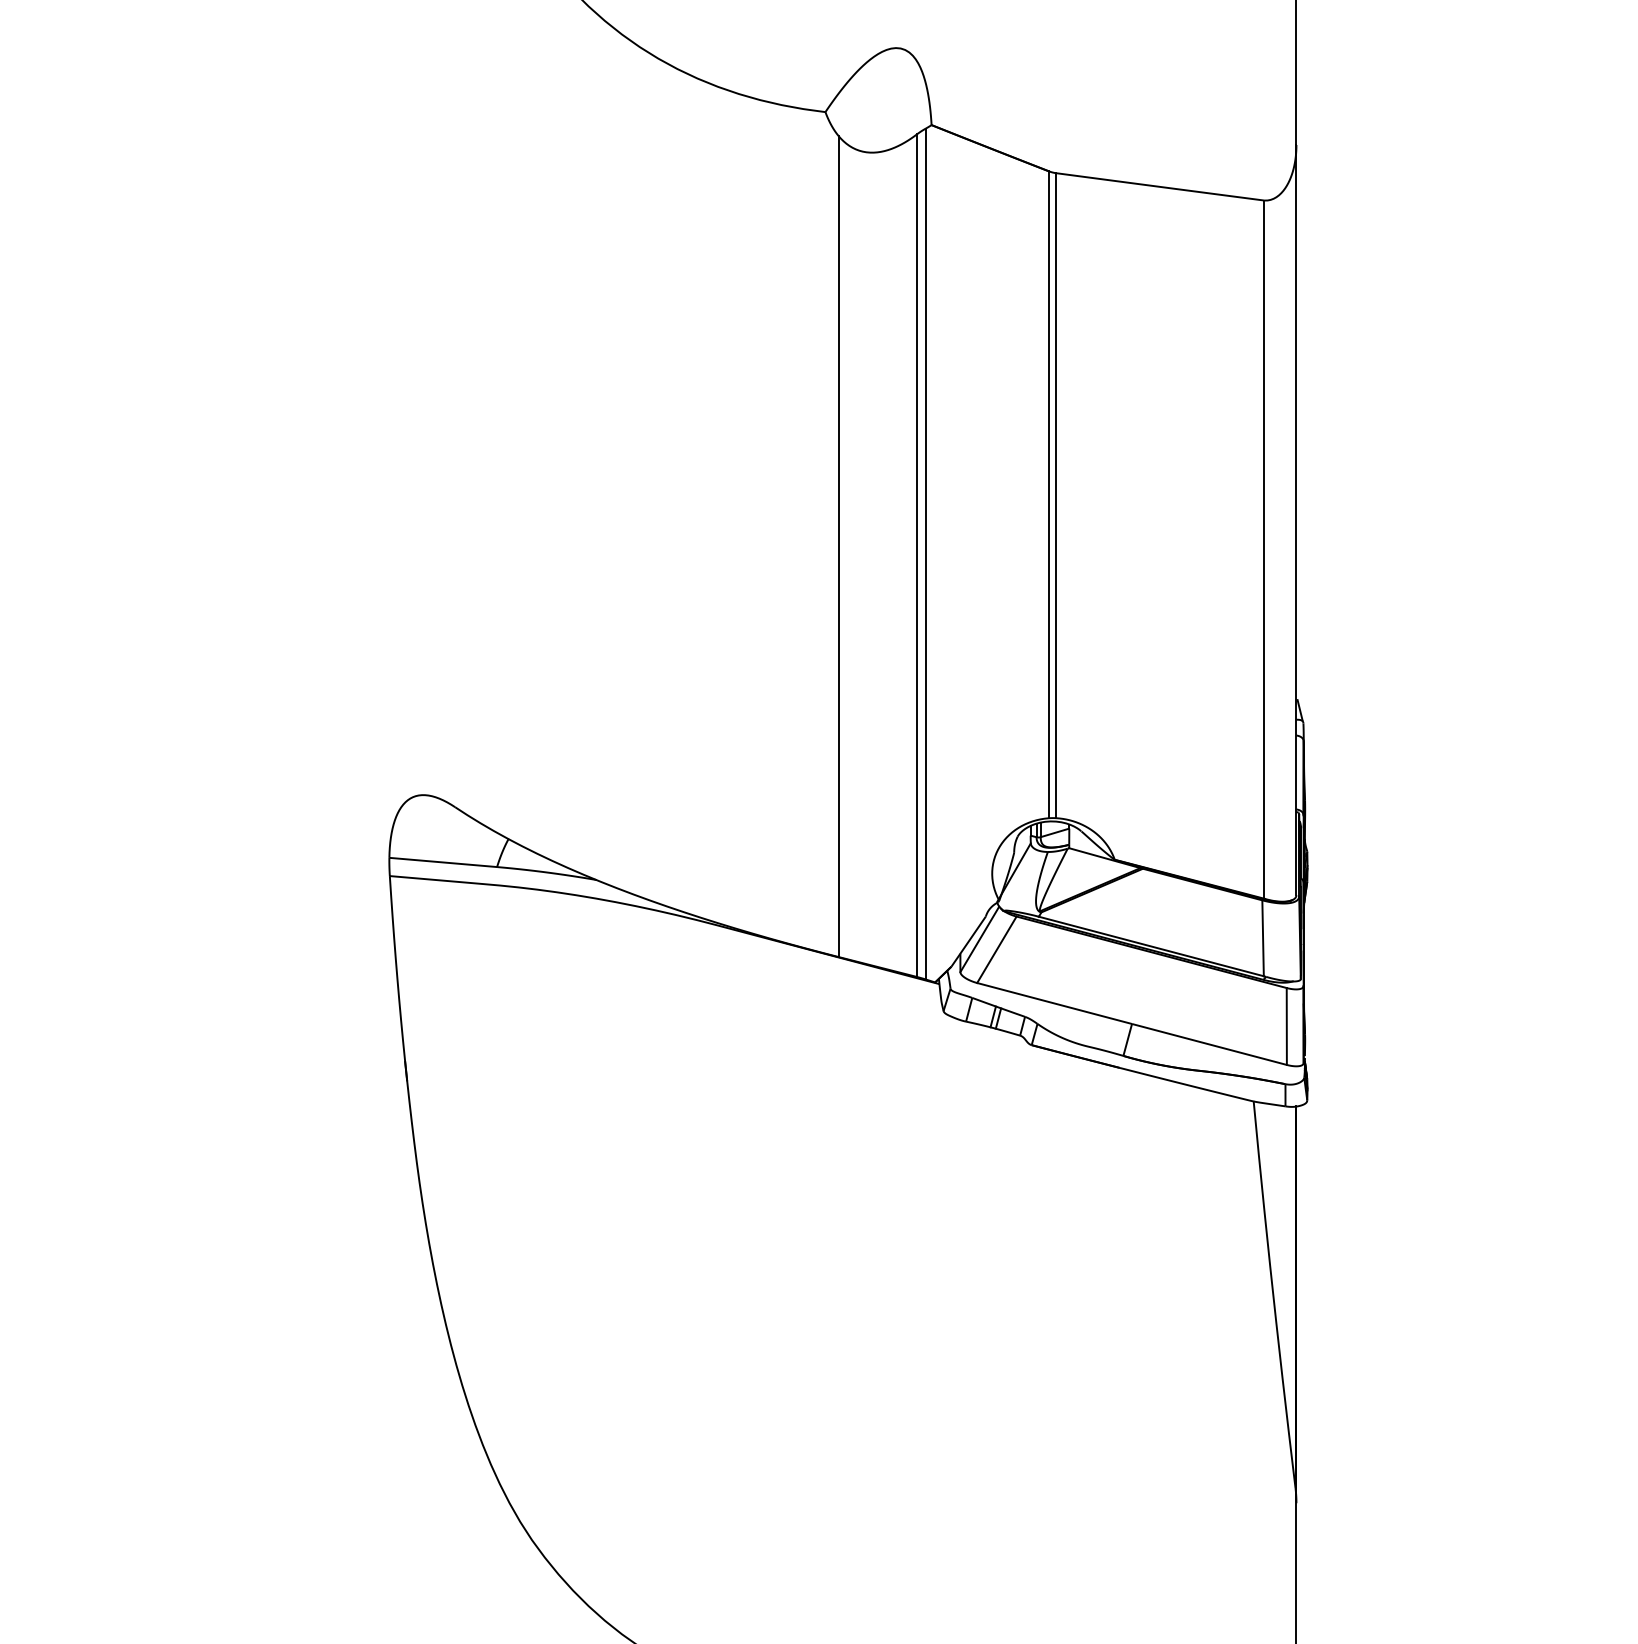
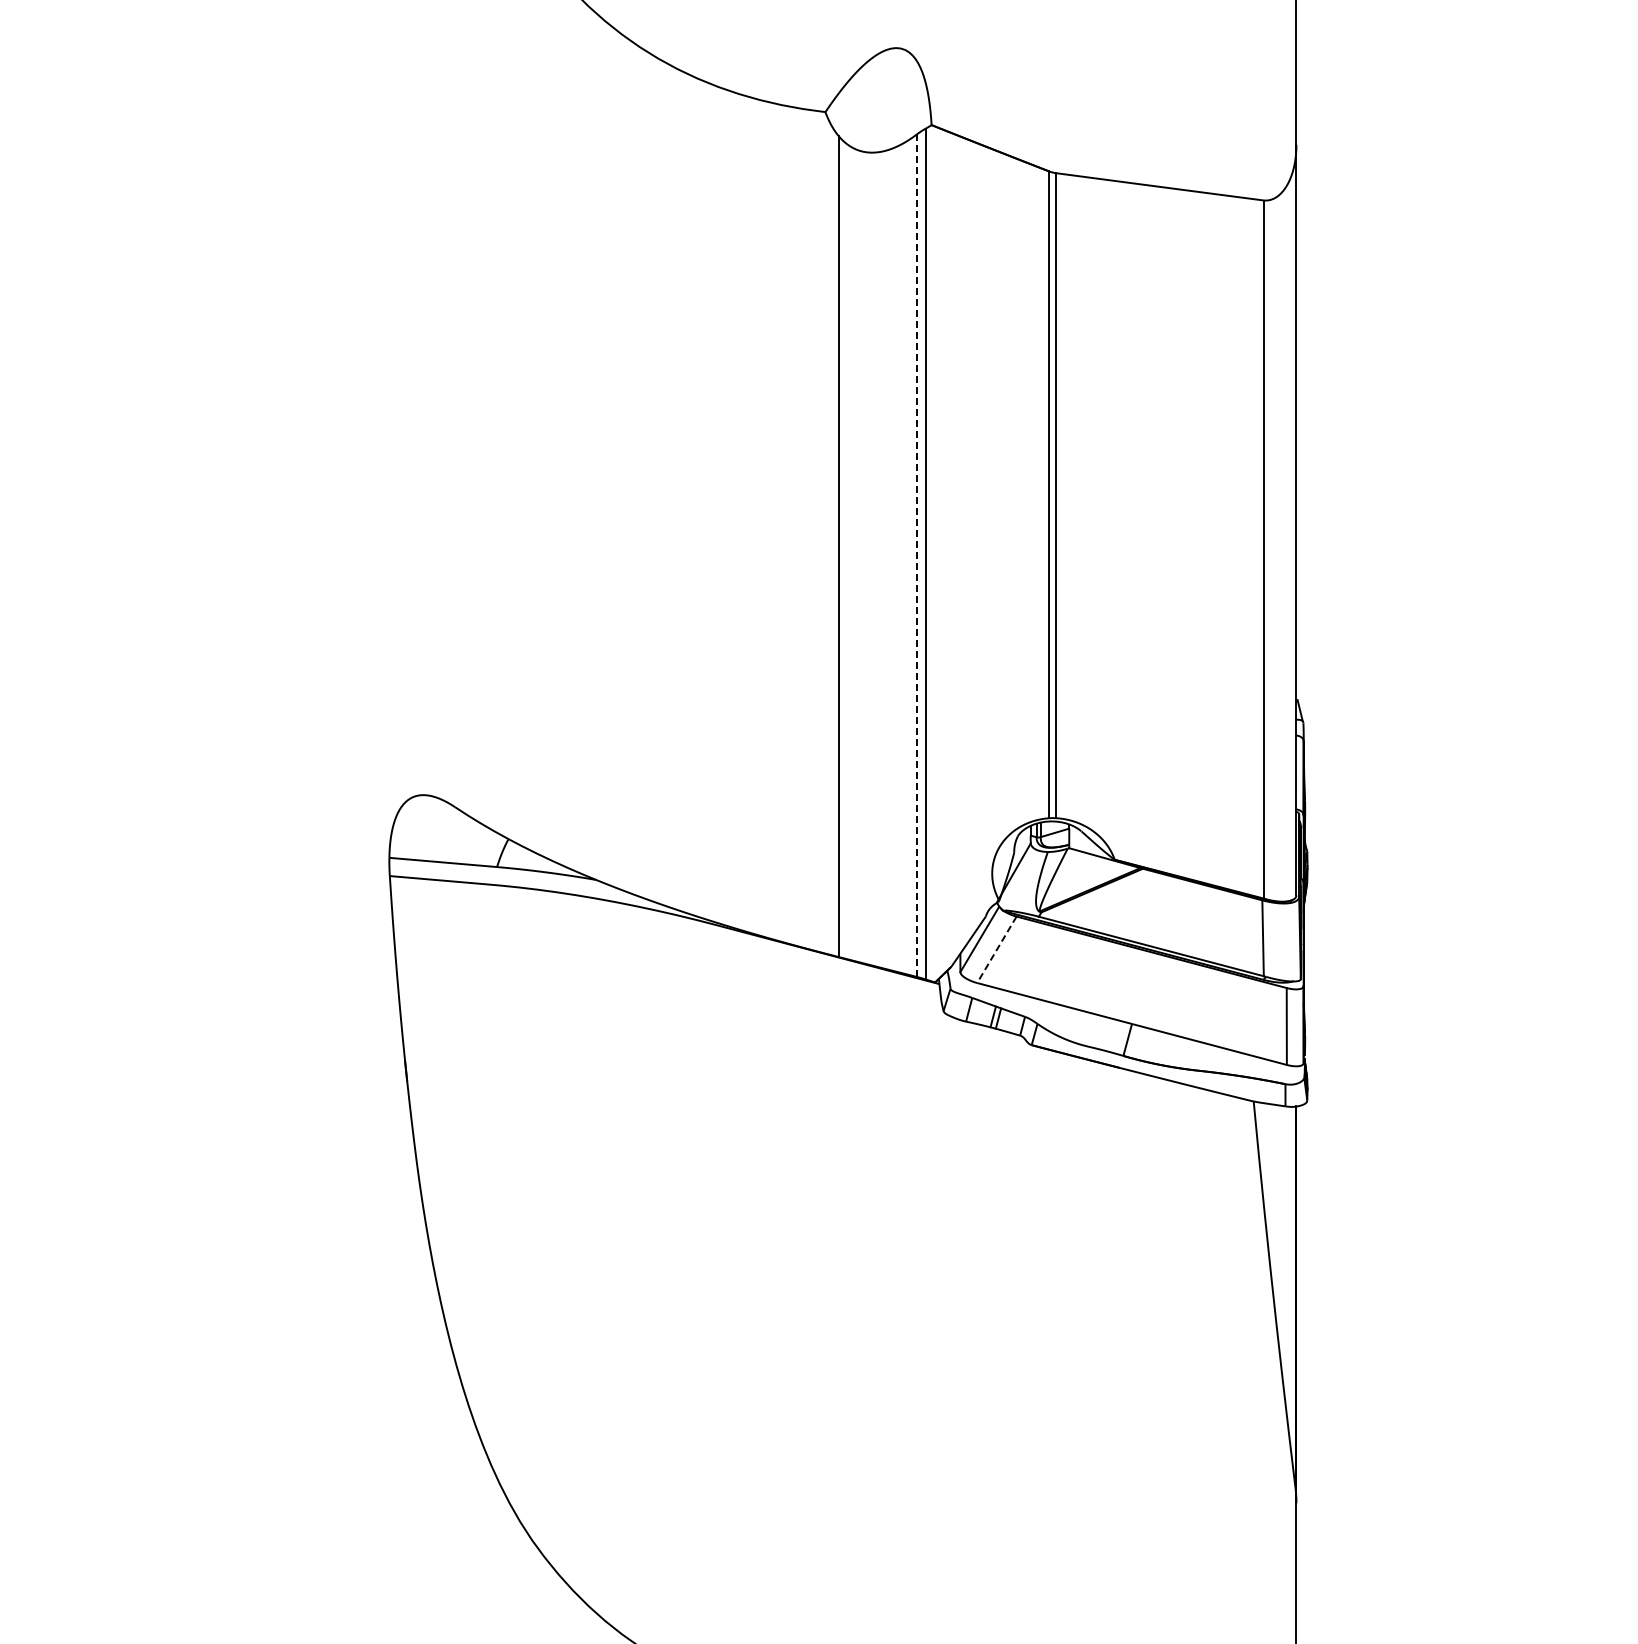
line at (916, 555): solid -> dashed
line at (996, 949): solid -> dashed
